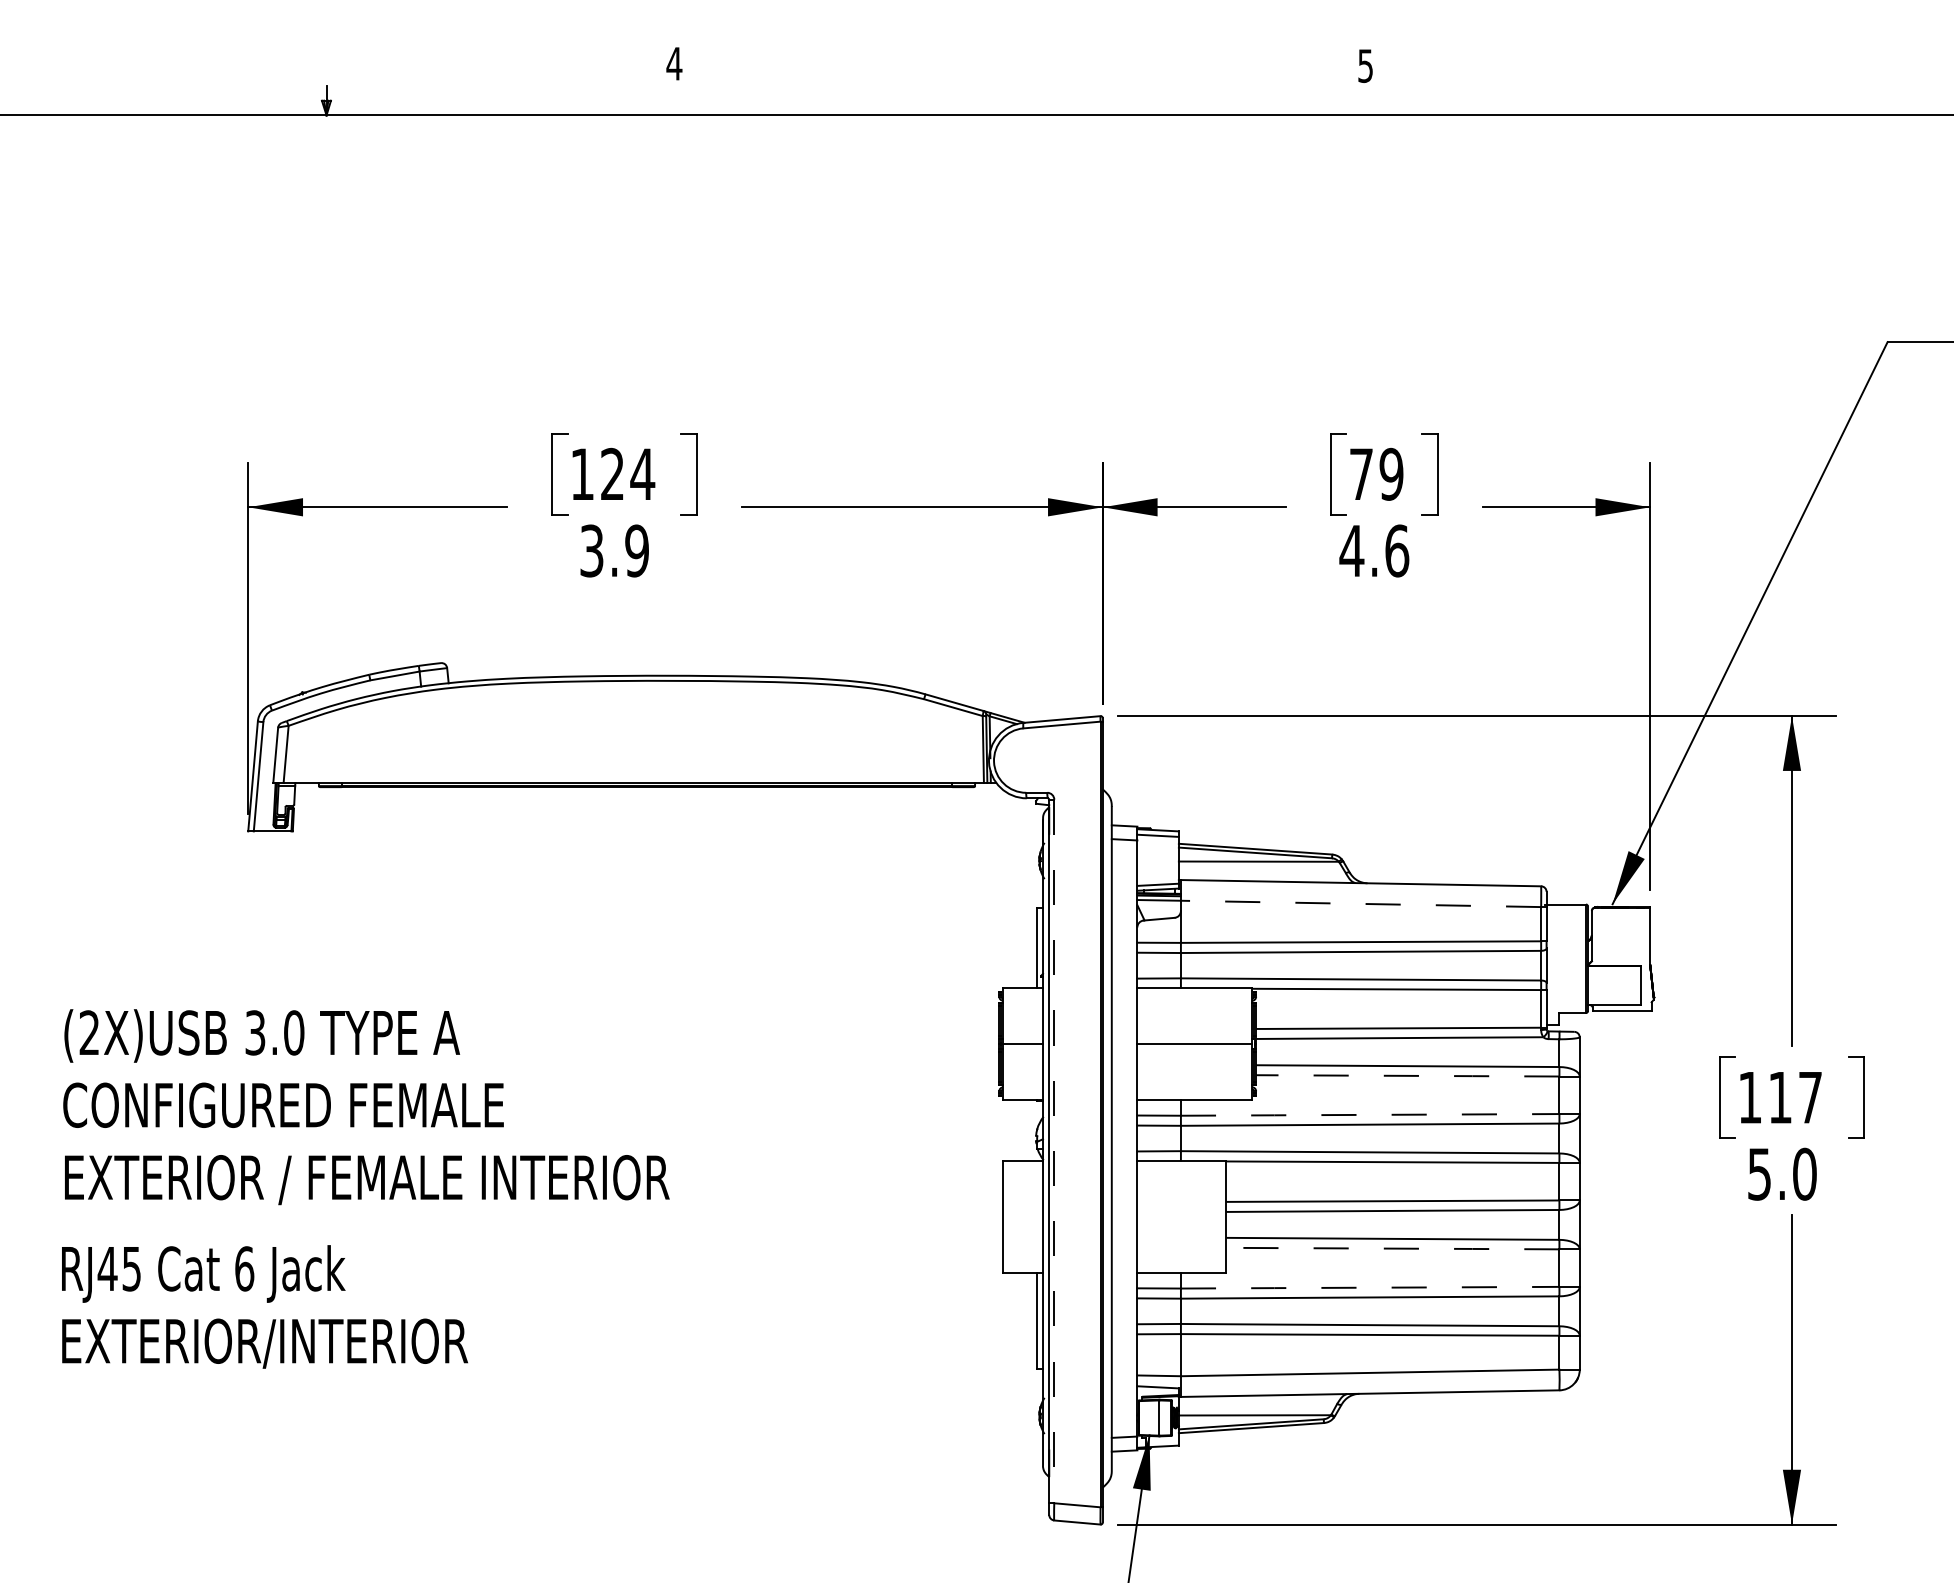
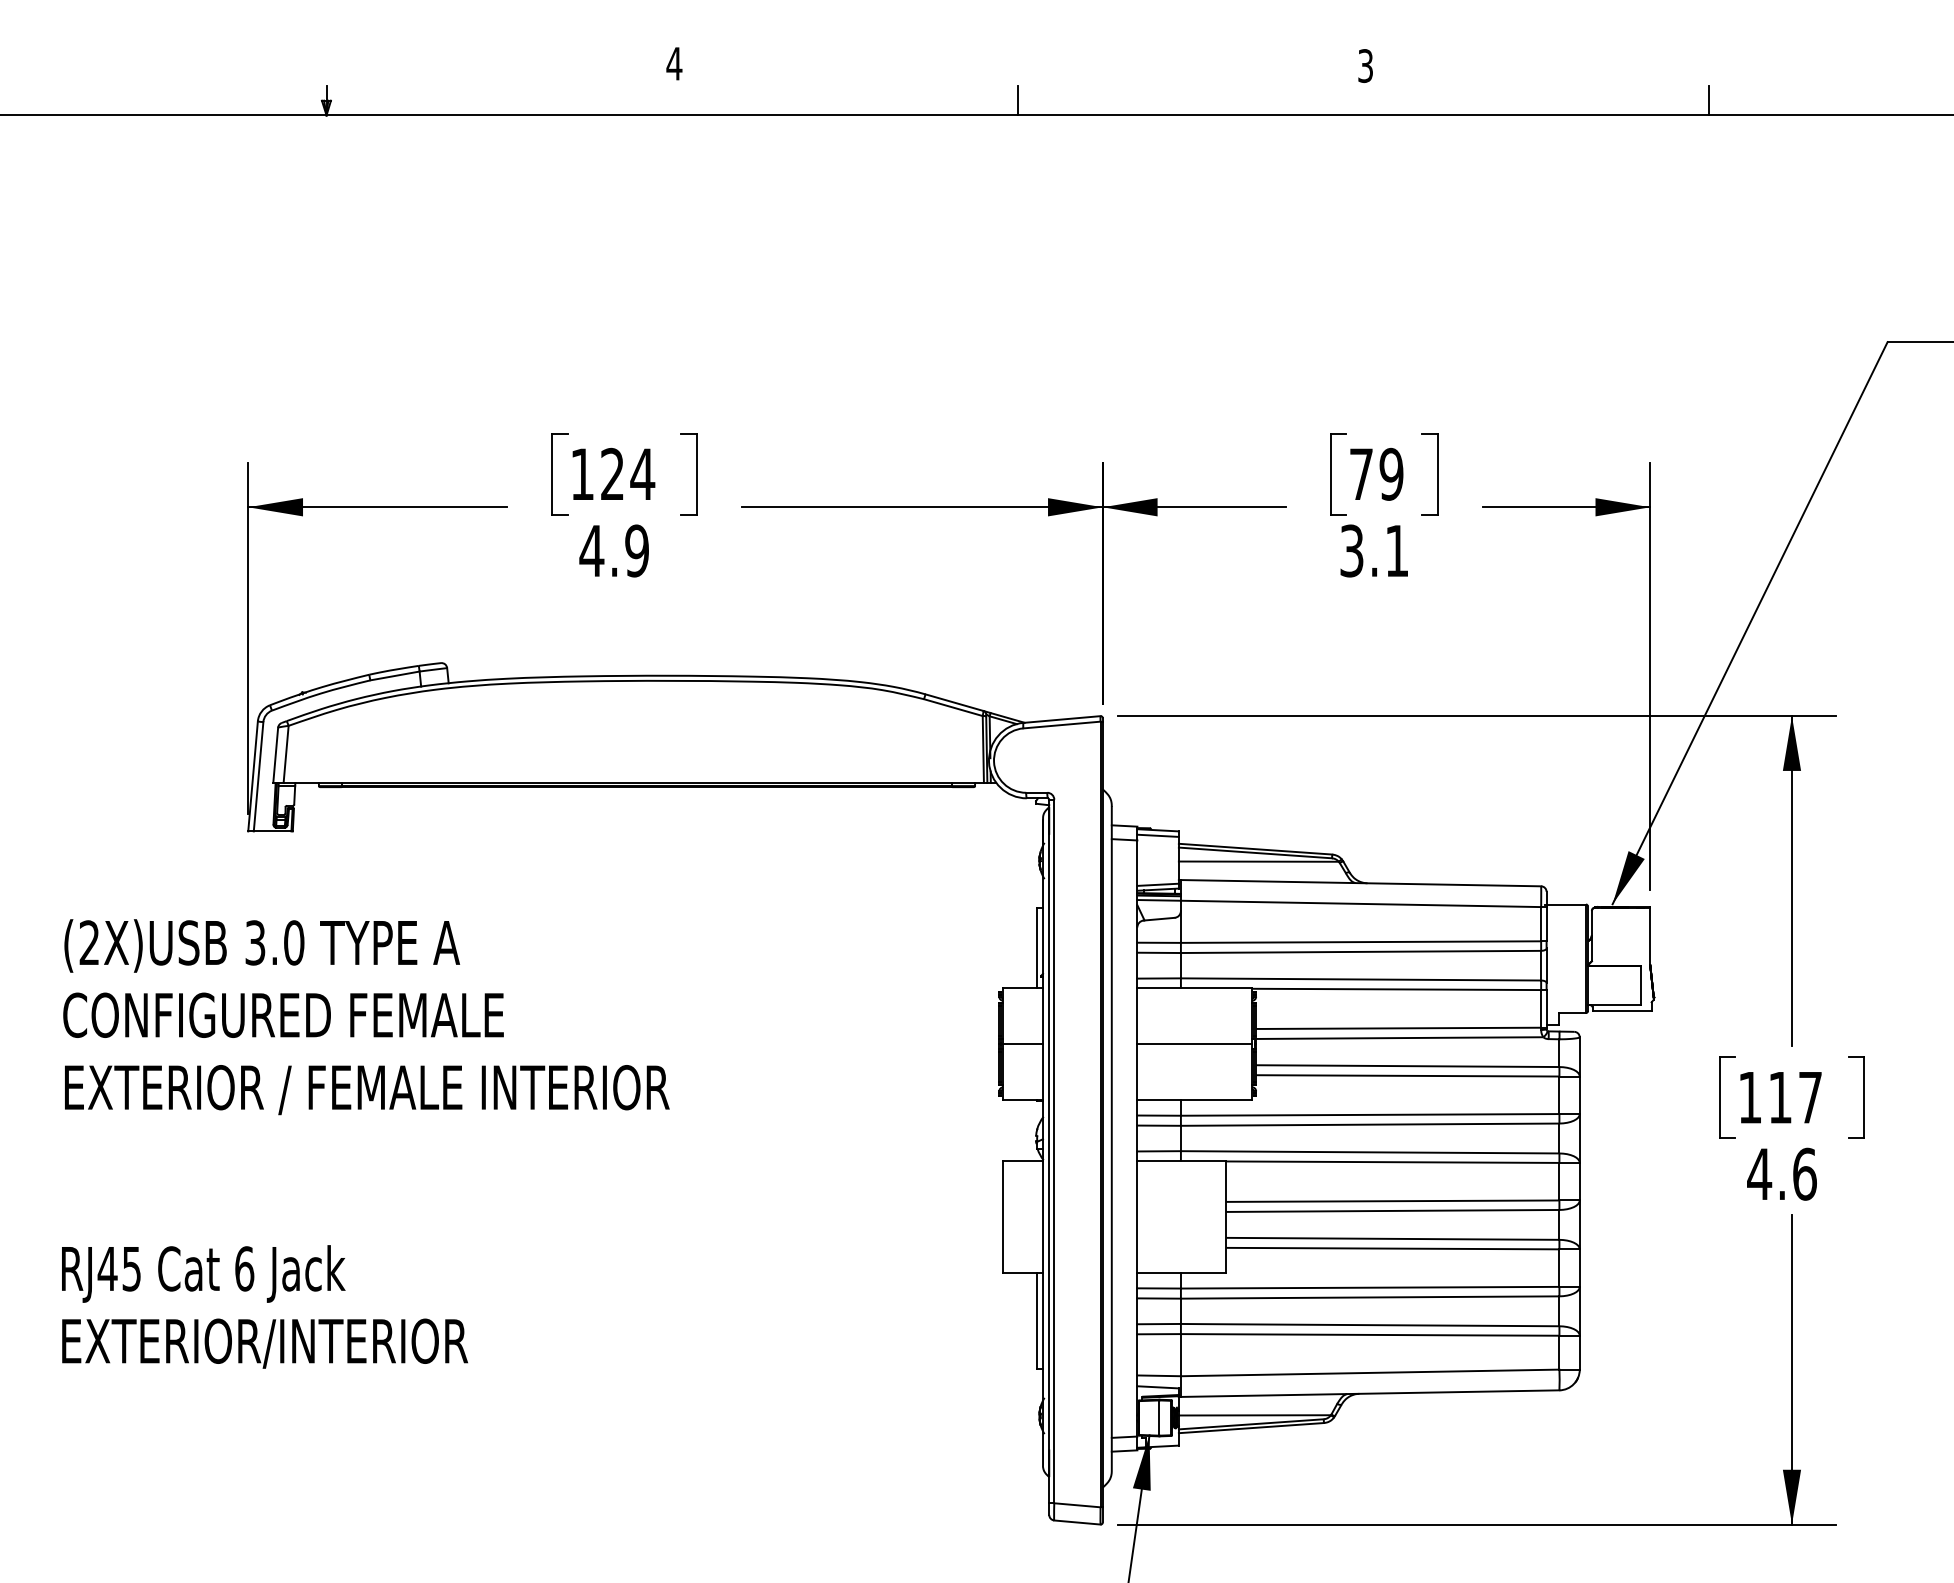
text at (1365, 65): 5 -> 3
line at (1017, 100): none -> present
line at (1709, 100): none -> present
text at (591, 550): 3.9 -> 4.9
text at (1374, 550): 4.6 -> 3.1
line at (1360, 903): dashed -> solid
line at (1408, 1075): dashed -> solid
text at (366, 1107) position: (366, 1107) -> (366, 1017)
line at (1370, 1114): dashed -> solid
line at (1054, 1151): dashed -> solid
text at (1781, 1173): 5.0 -> 4.6
line at (1393, 1248): dashed -> solid
line at (1370, 1287): dashed -> solid
